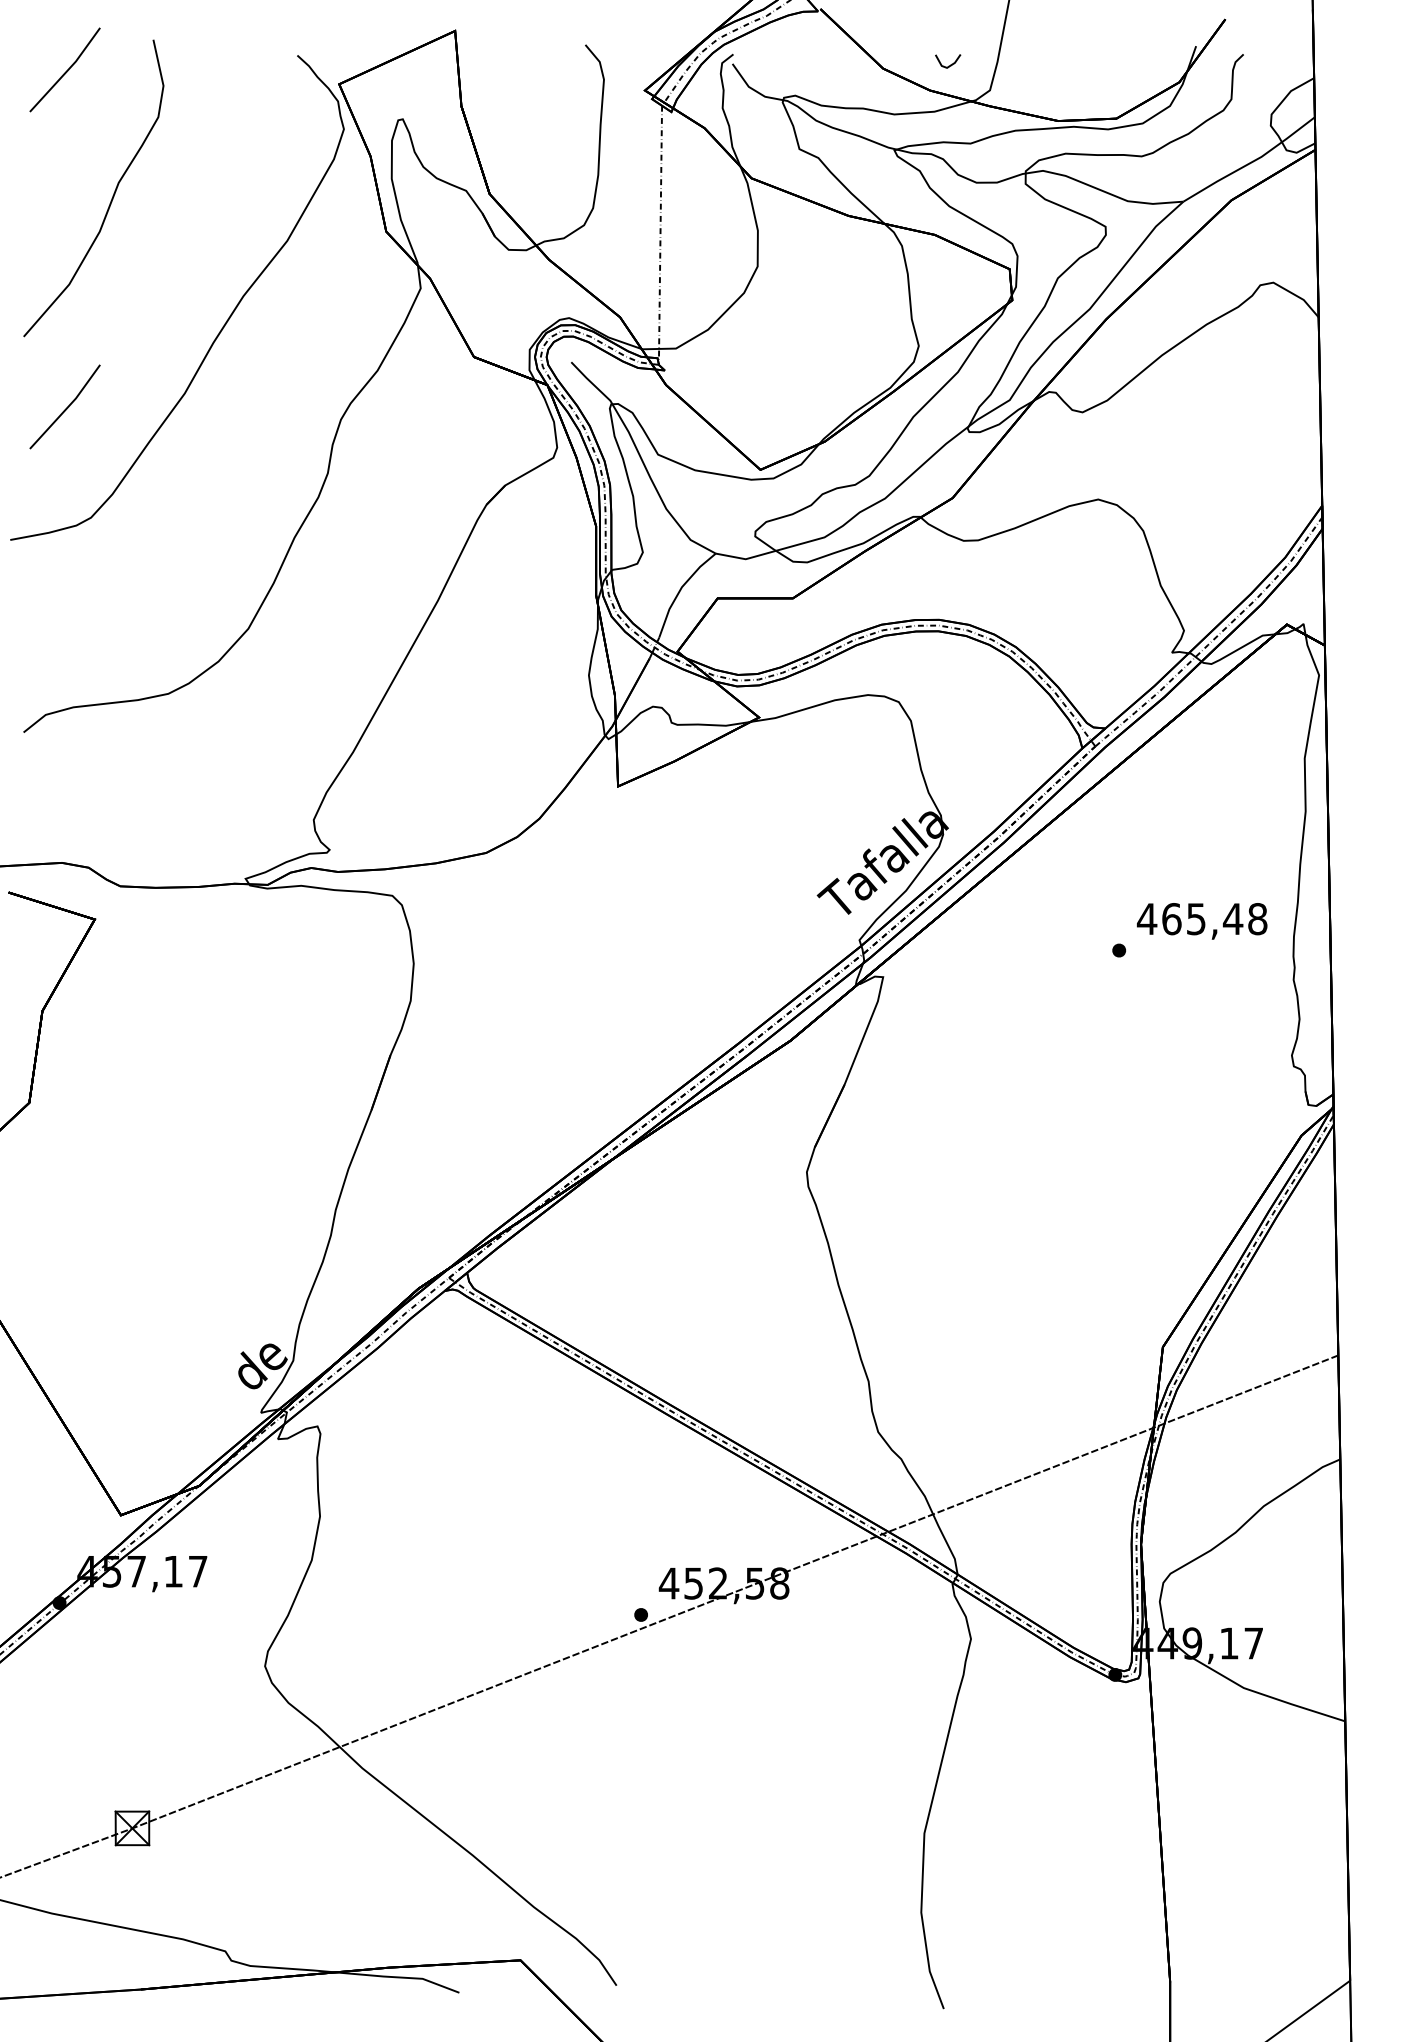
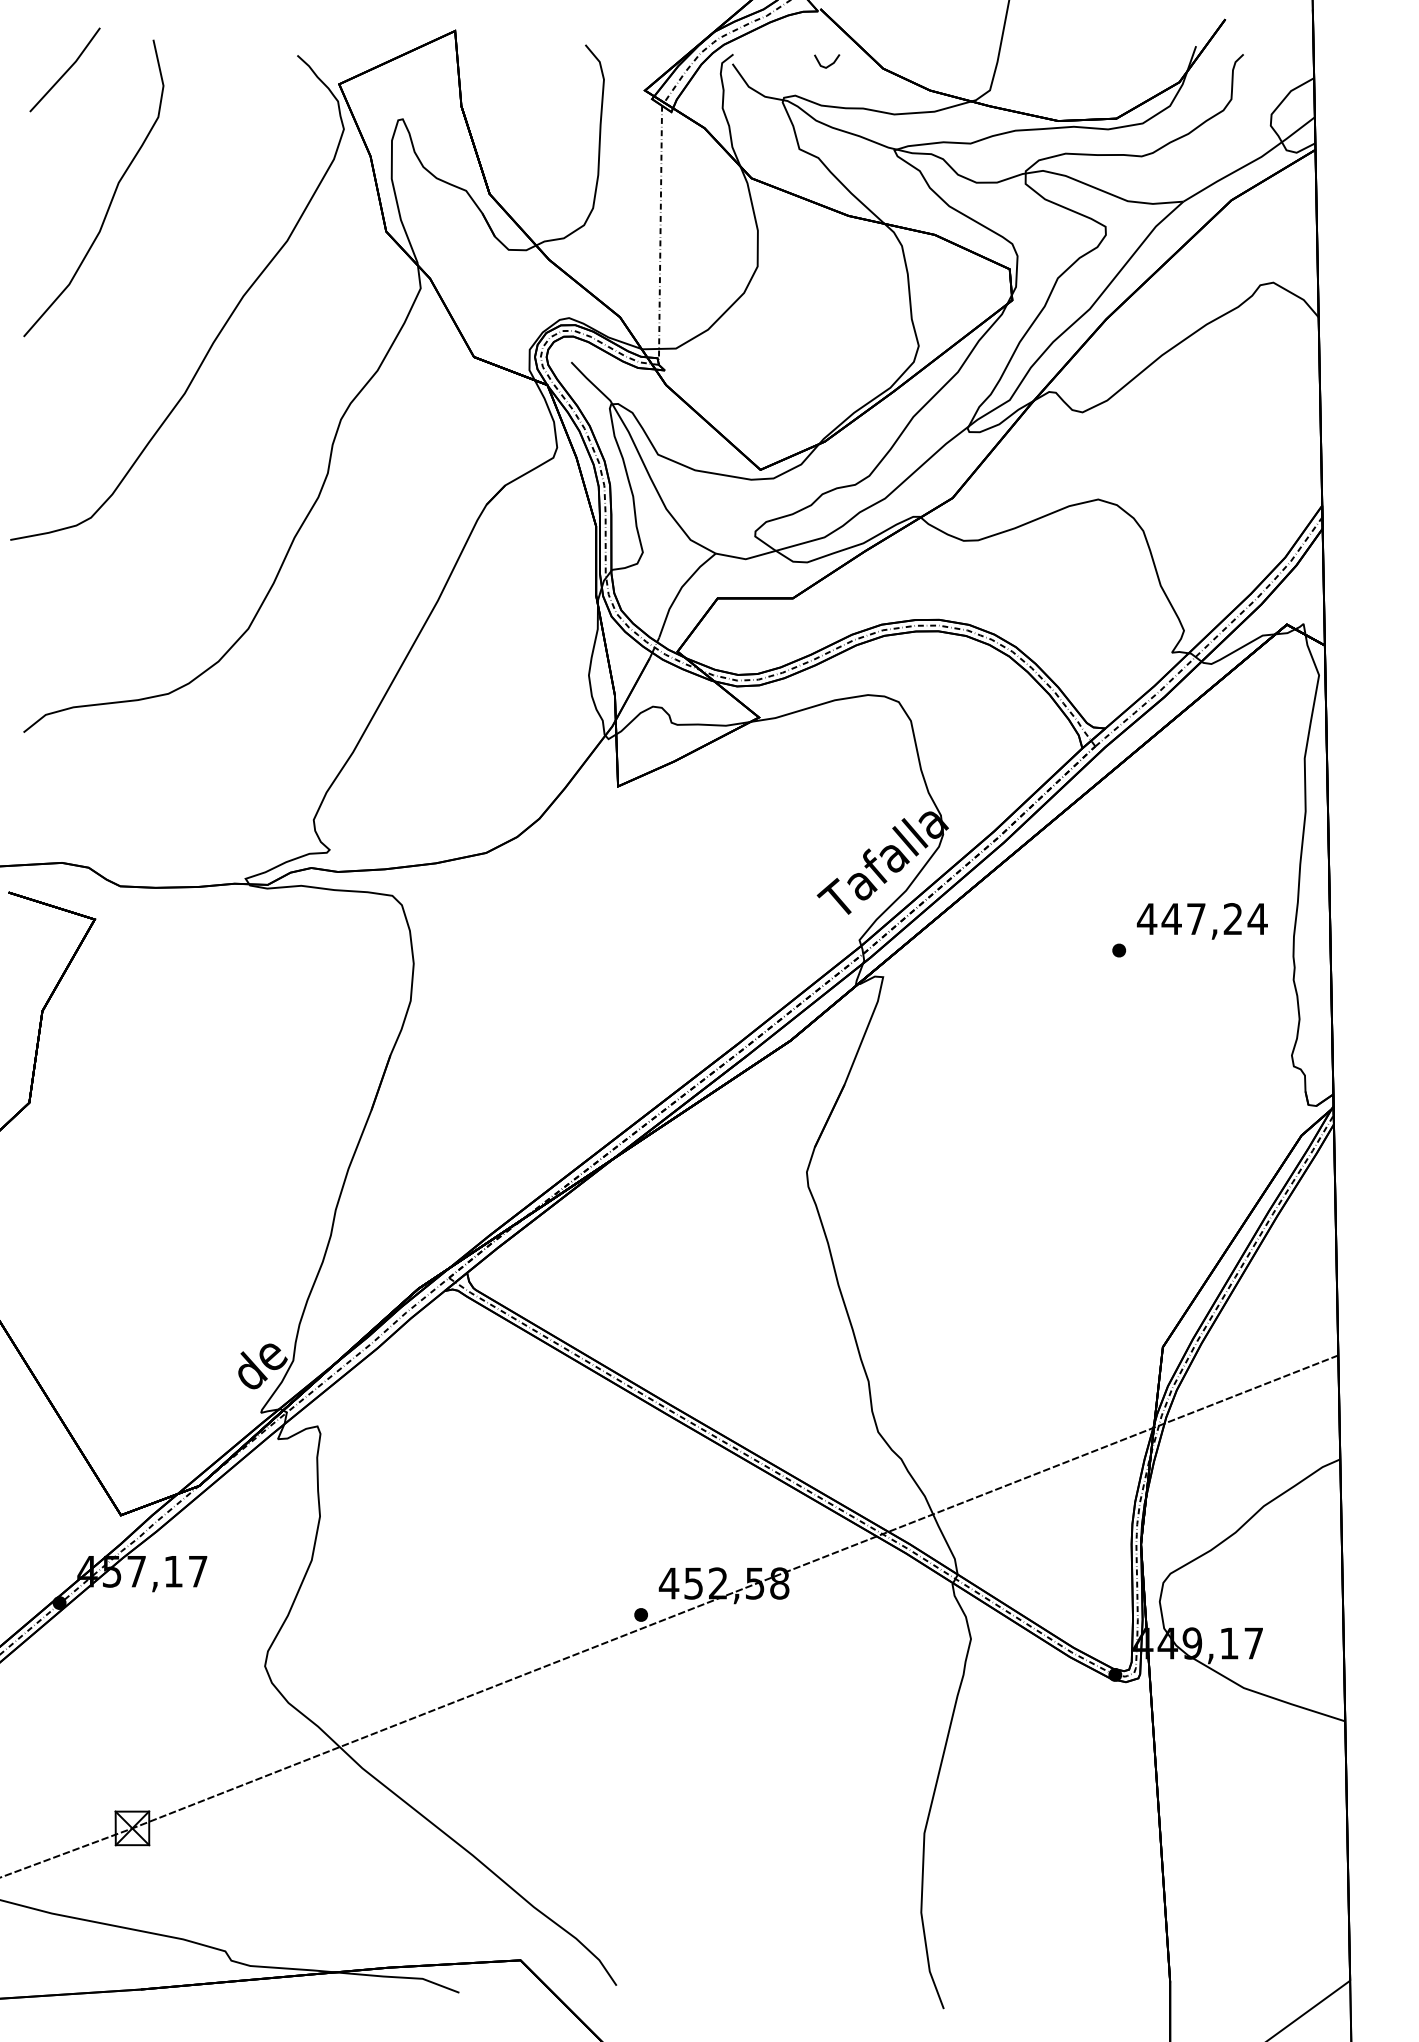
line at (950, 64) position: (950, 64) -> (829, 64)
line at (66, 407): present -> none
text at (1214, 919): 465,48 -> 447,24
